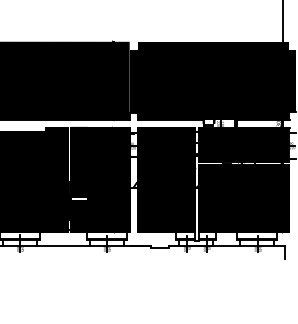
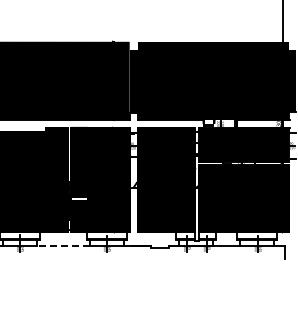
line at (63, 245): solid -> dashed
